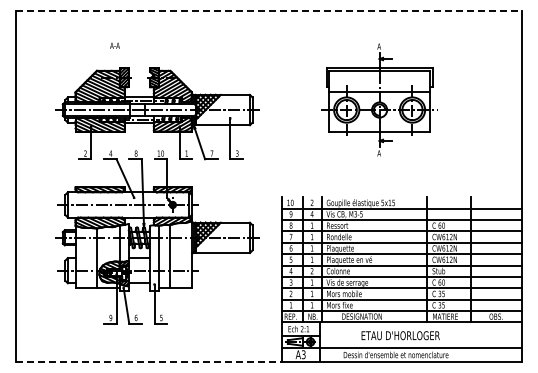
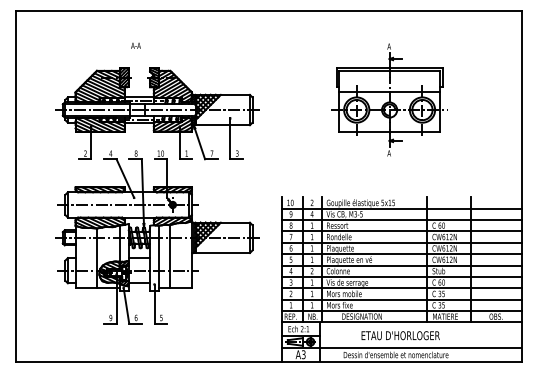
line at (269, 11): dashed -> solid
text at (114, 45) position: (114, 45) -> (135, 45)
part at (379, 99) position: (379, 99) -> (389, 99)
line at (148, 361): dashed -> solid
